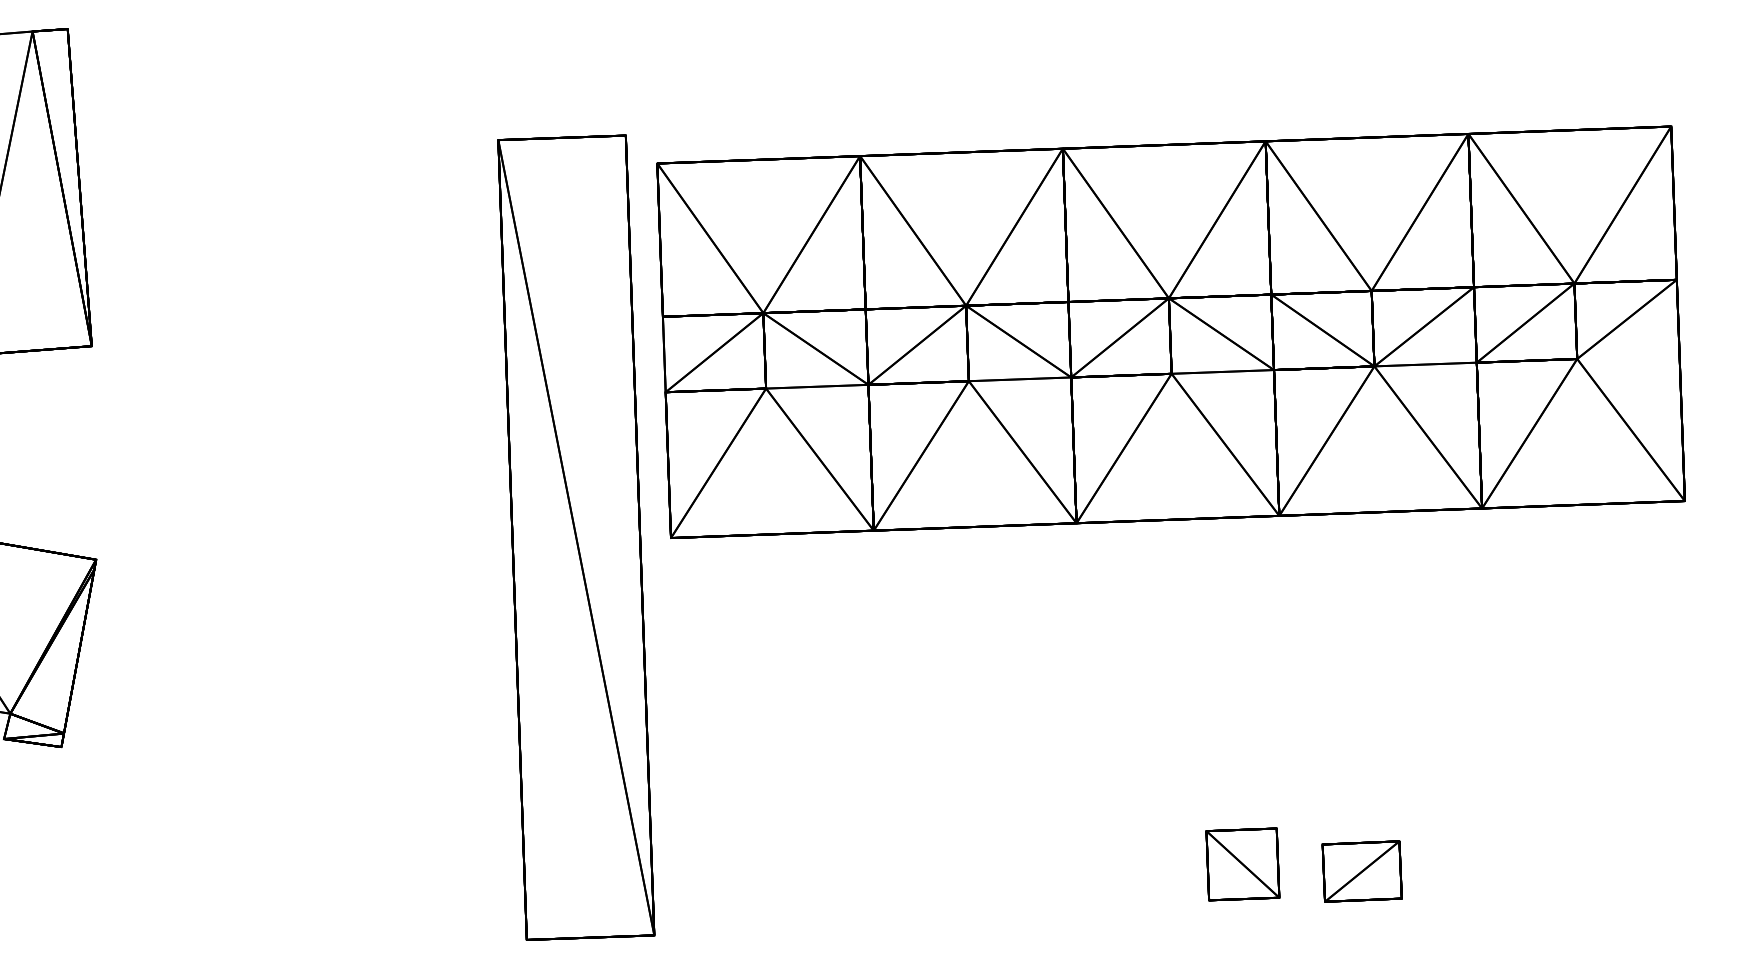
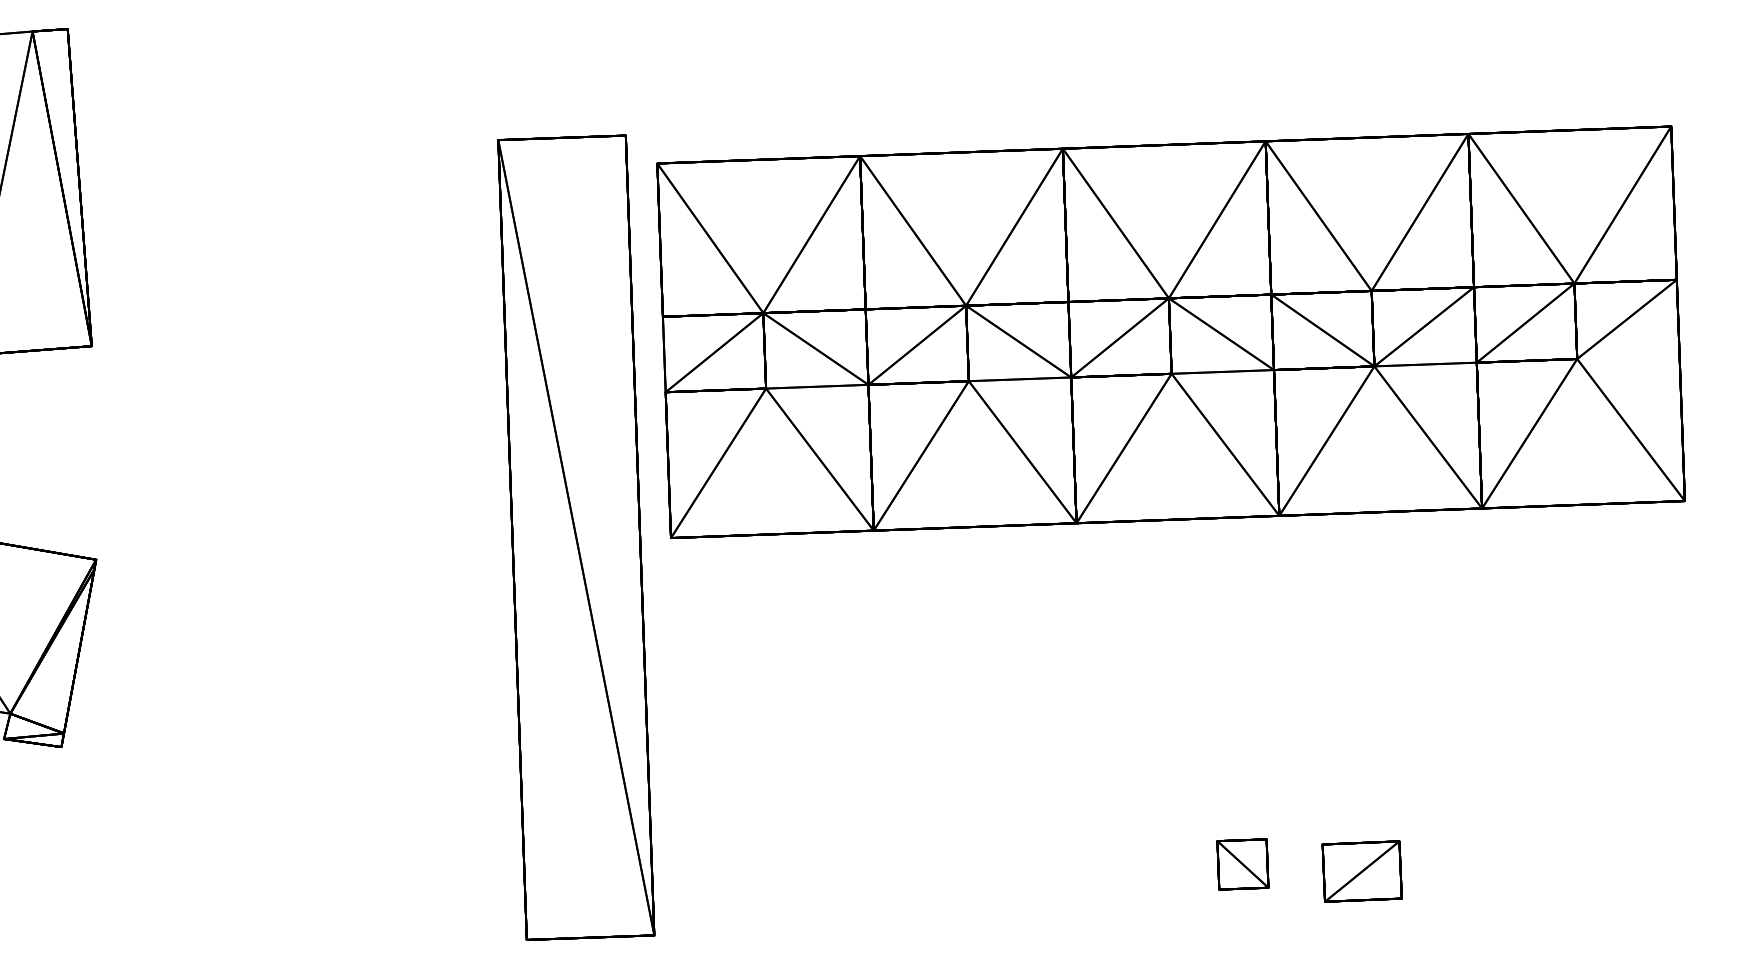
part at (1242, 864) size: 76x75 px -> 54x53 px
